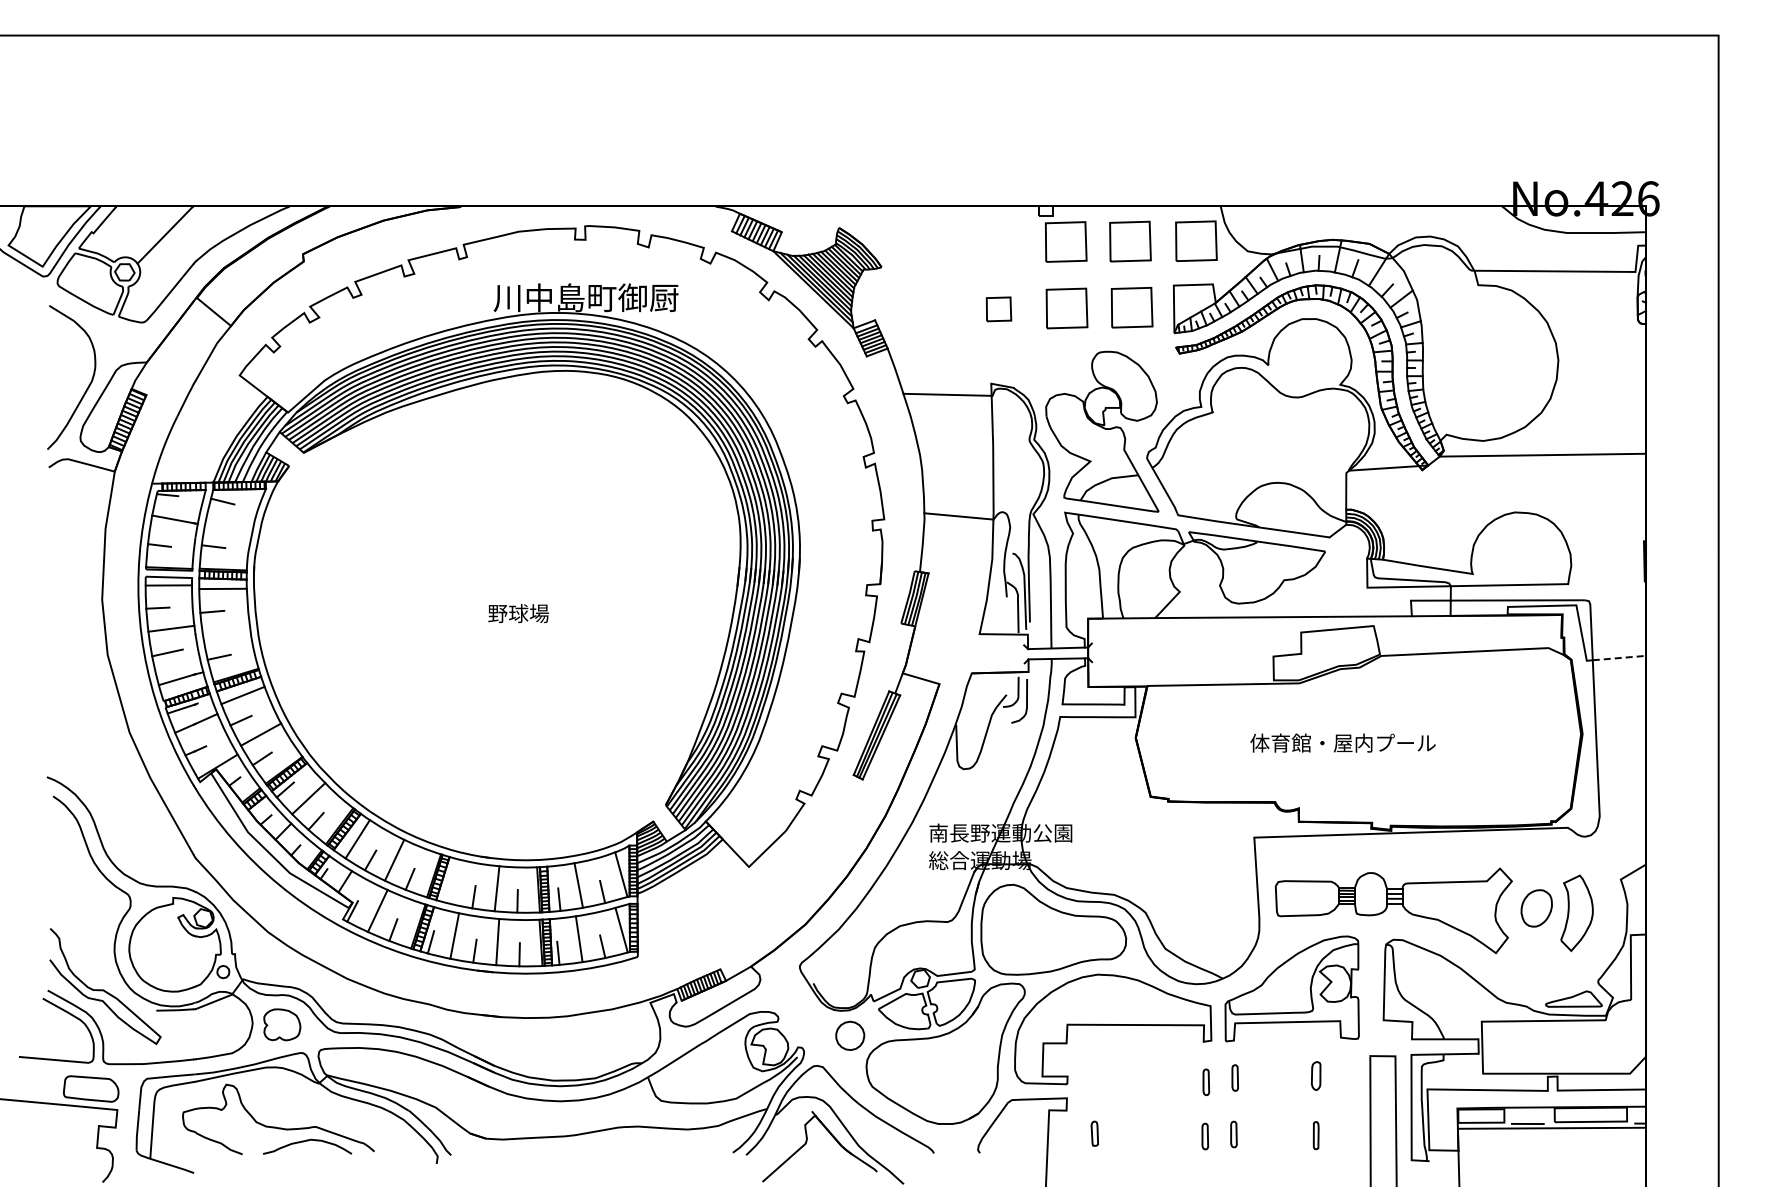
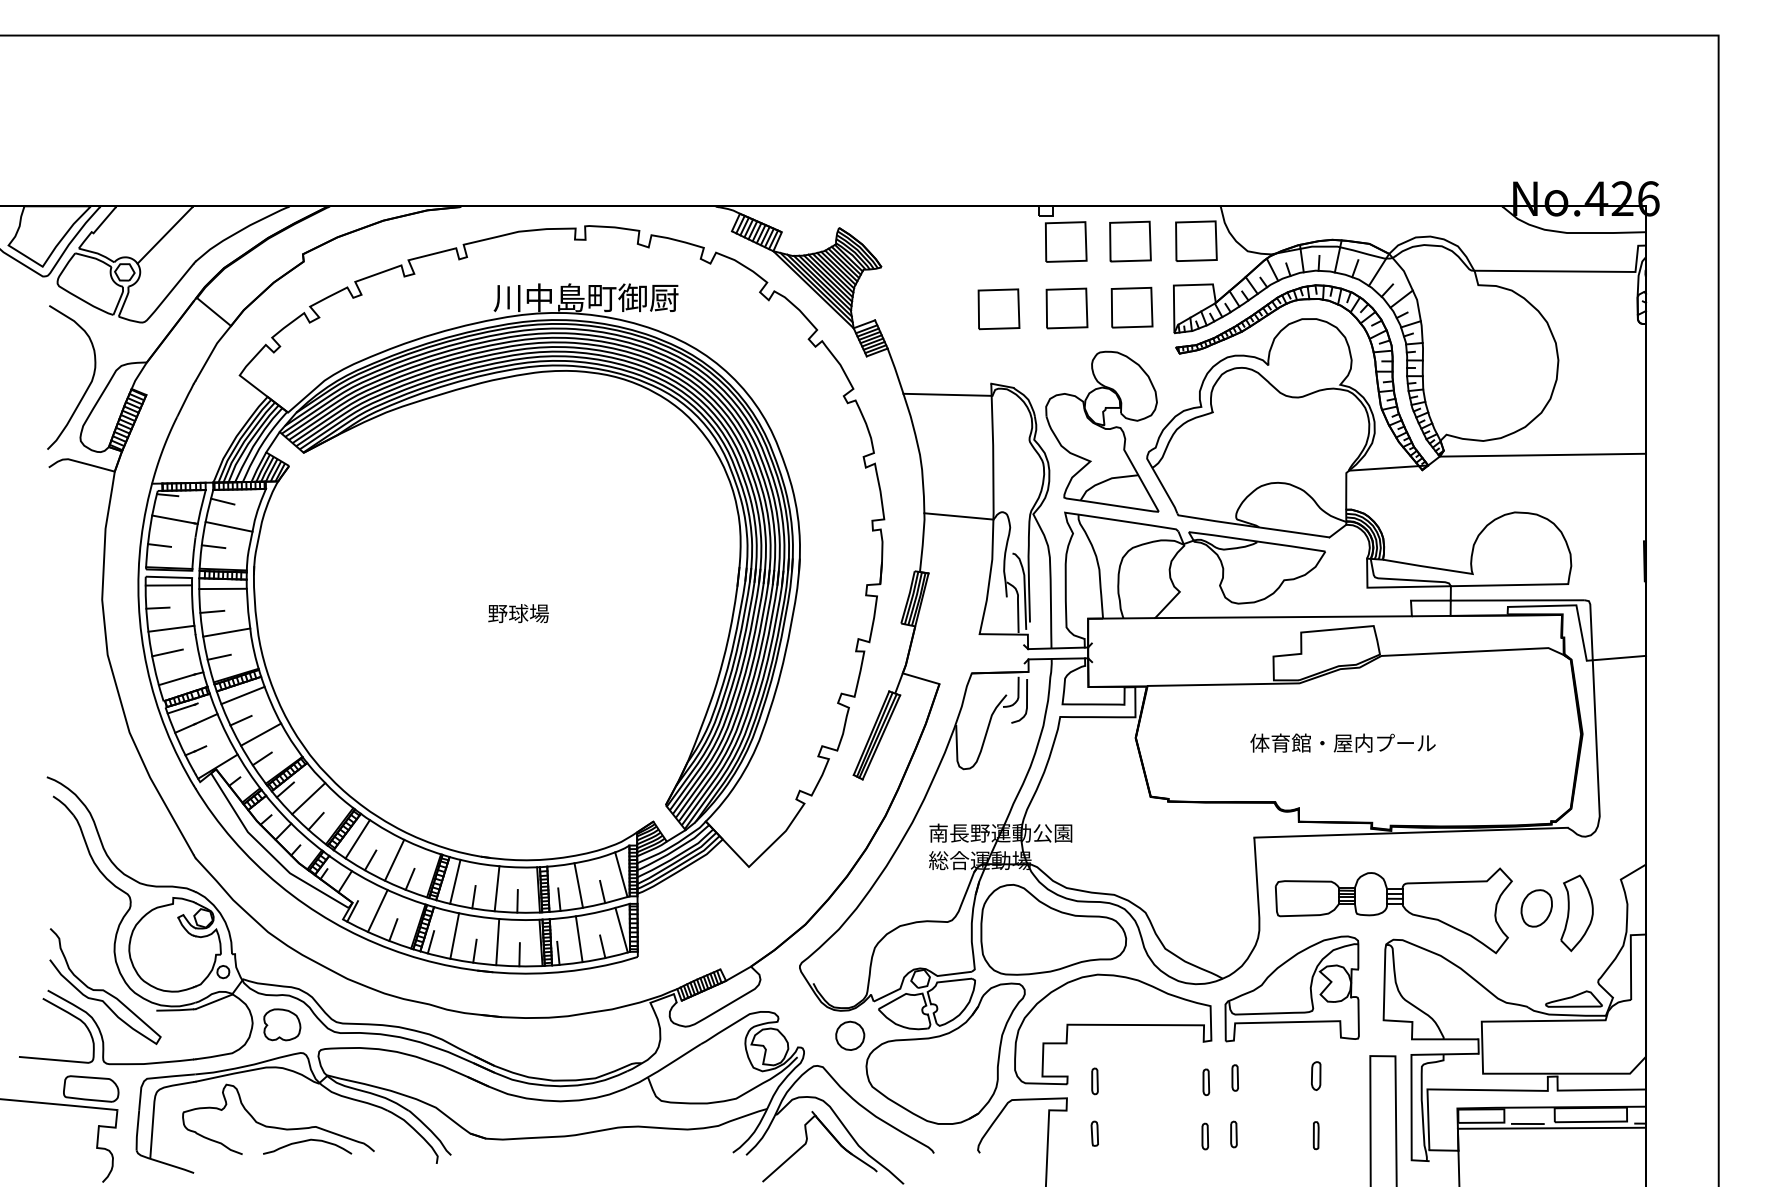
part at (998, 309) size: 28x27 px -> 44x43 px
line at (228, 526): none -> present
line at (226, 632): none -> present
line at (1619, 658): dashed -> solid
line at (455, 881): none -> present
part at (1094, 1081): none -> present
